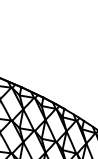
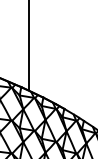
line at (28, 45): none -> present
